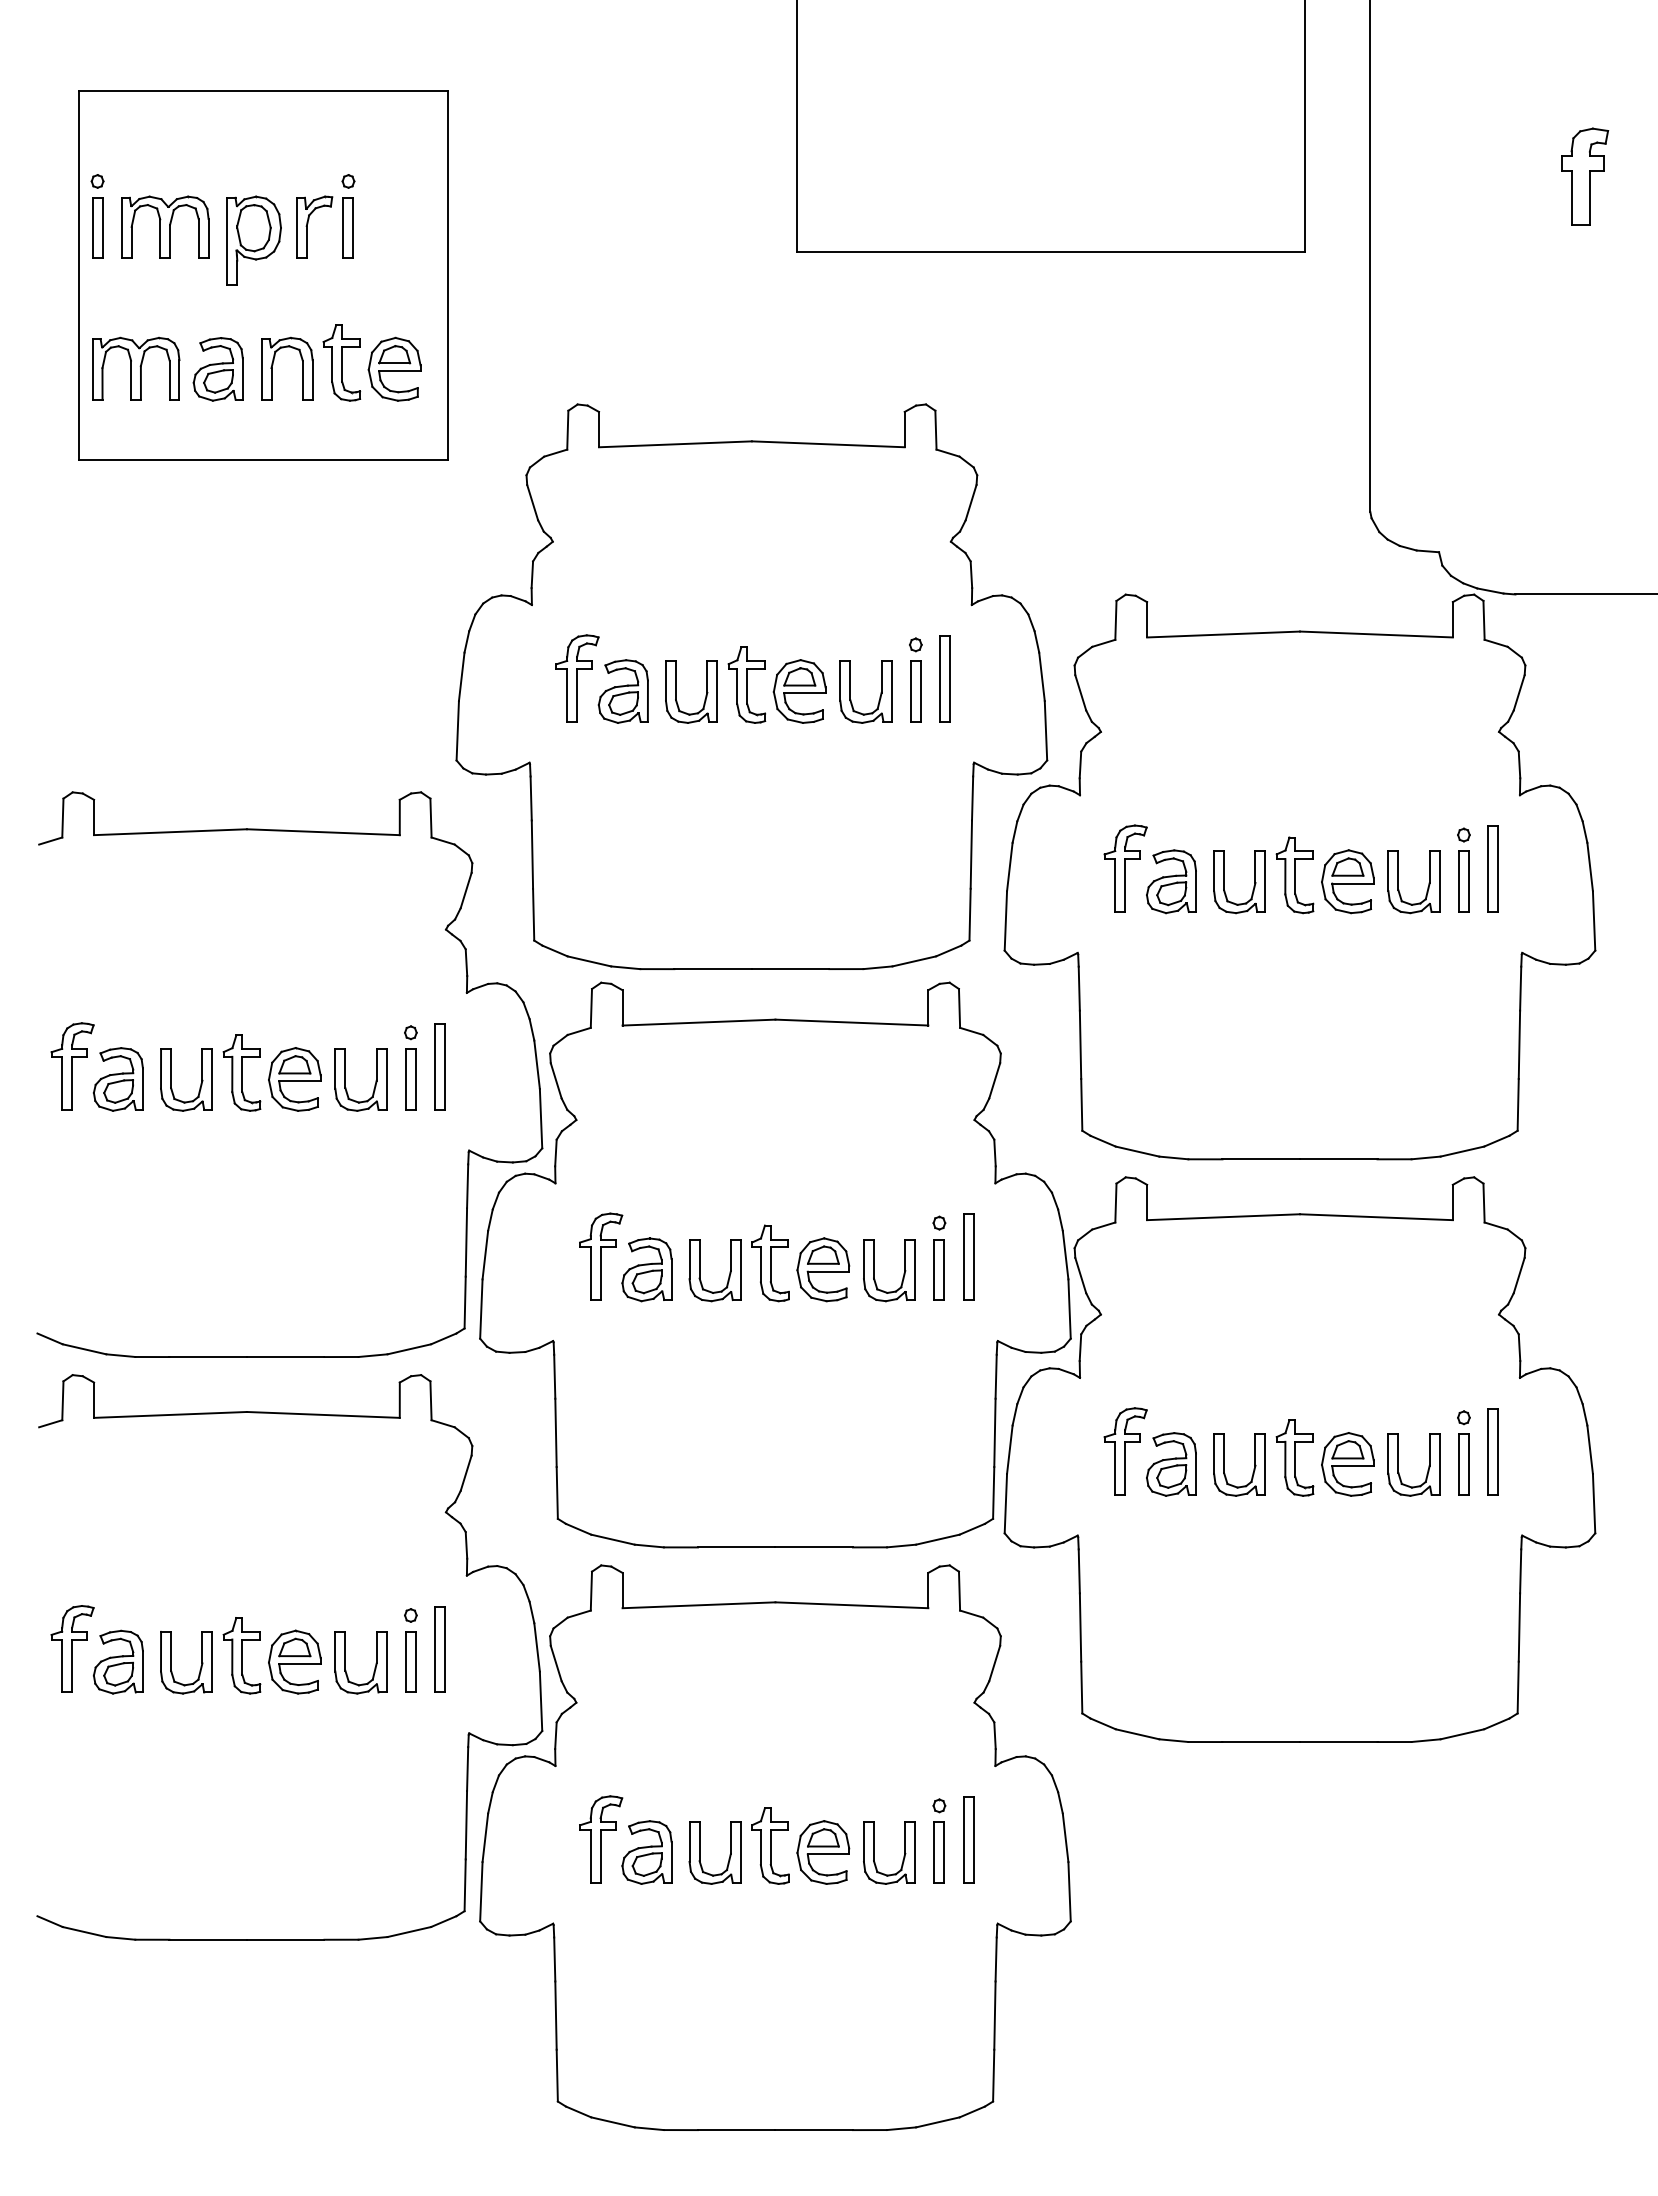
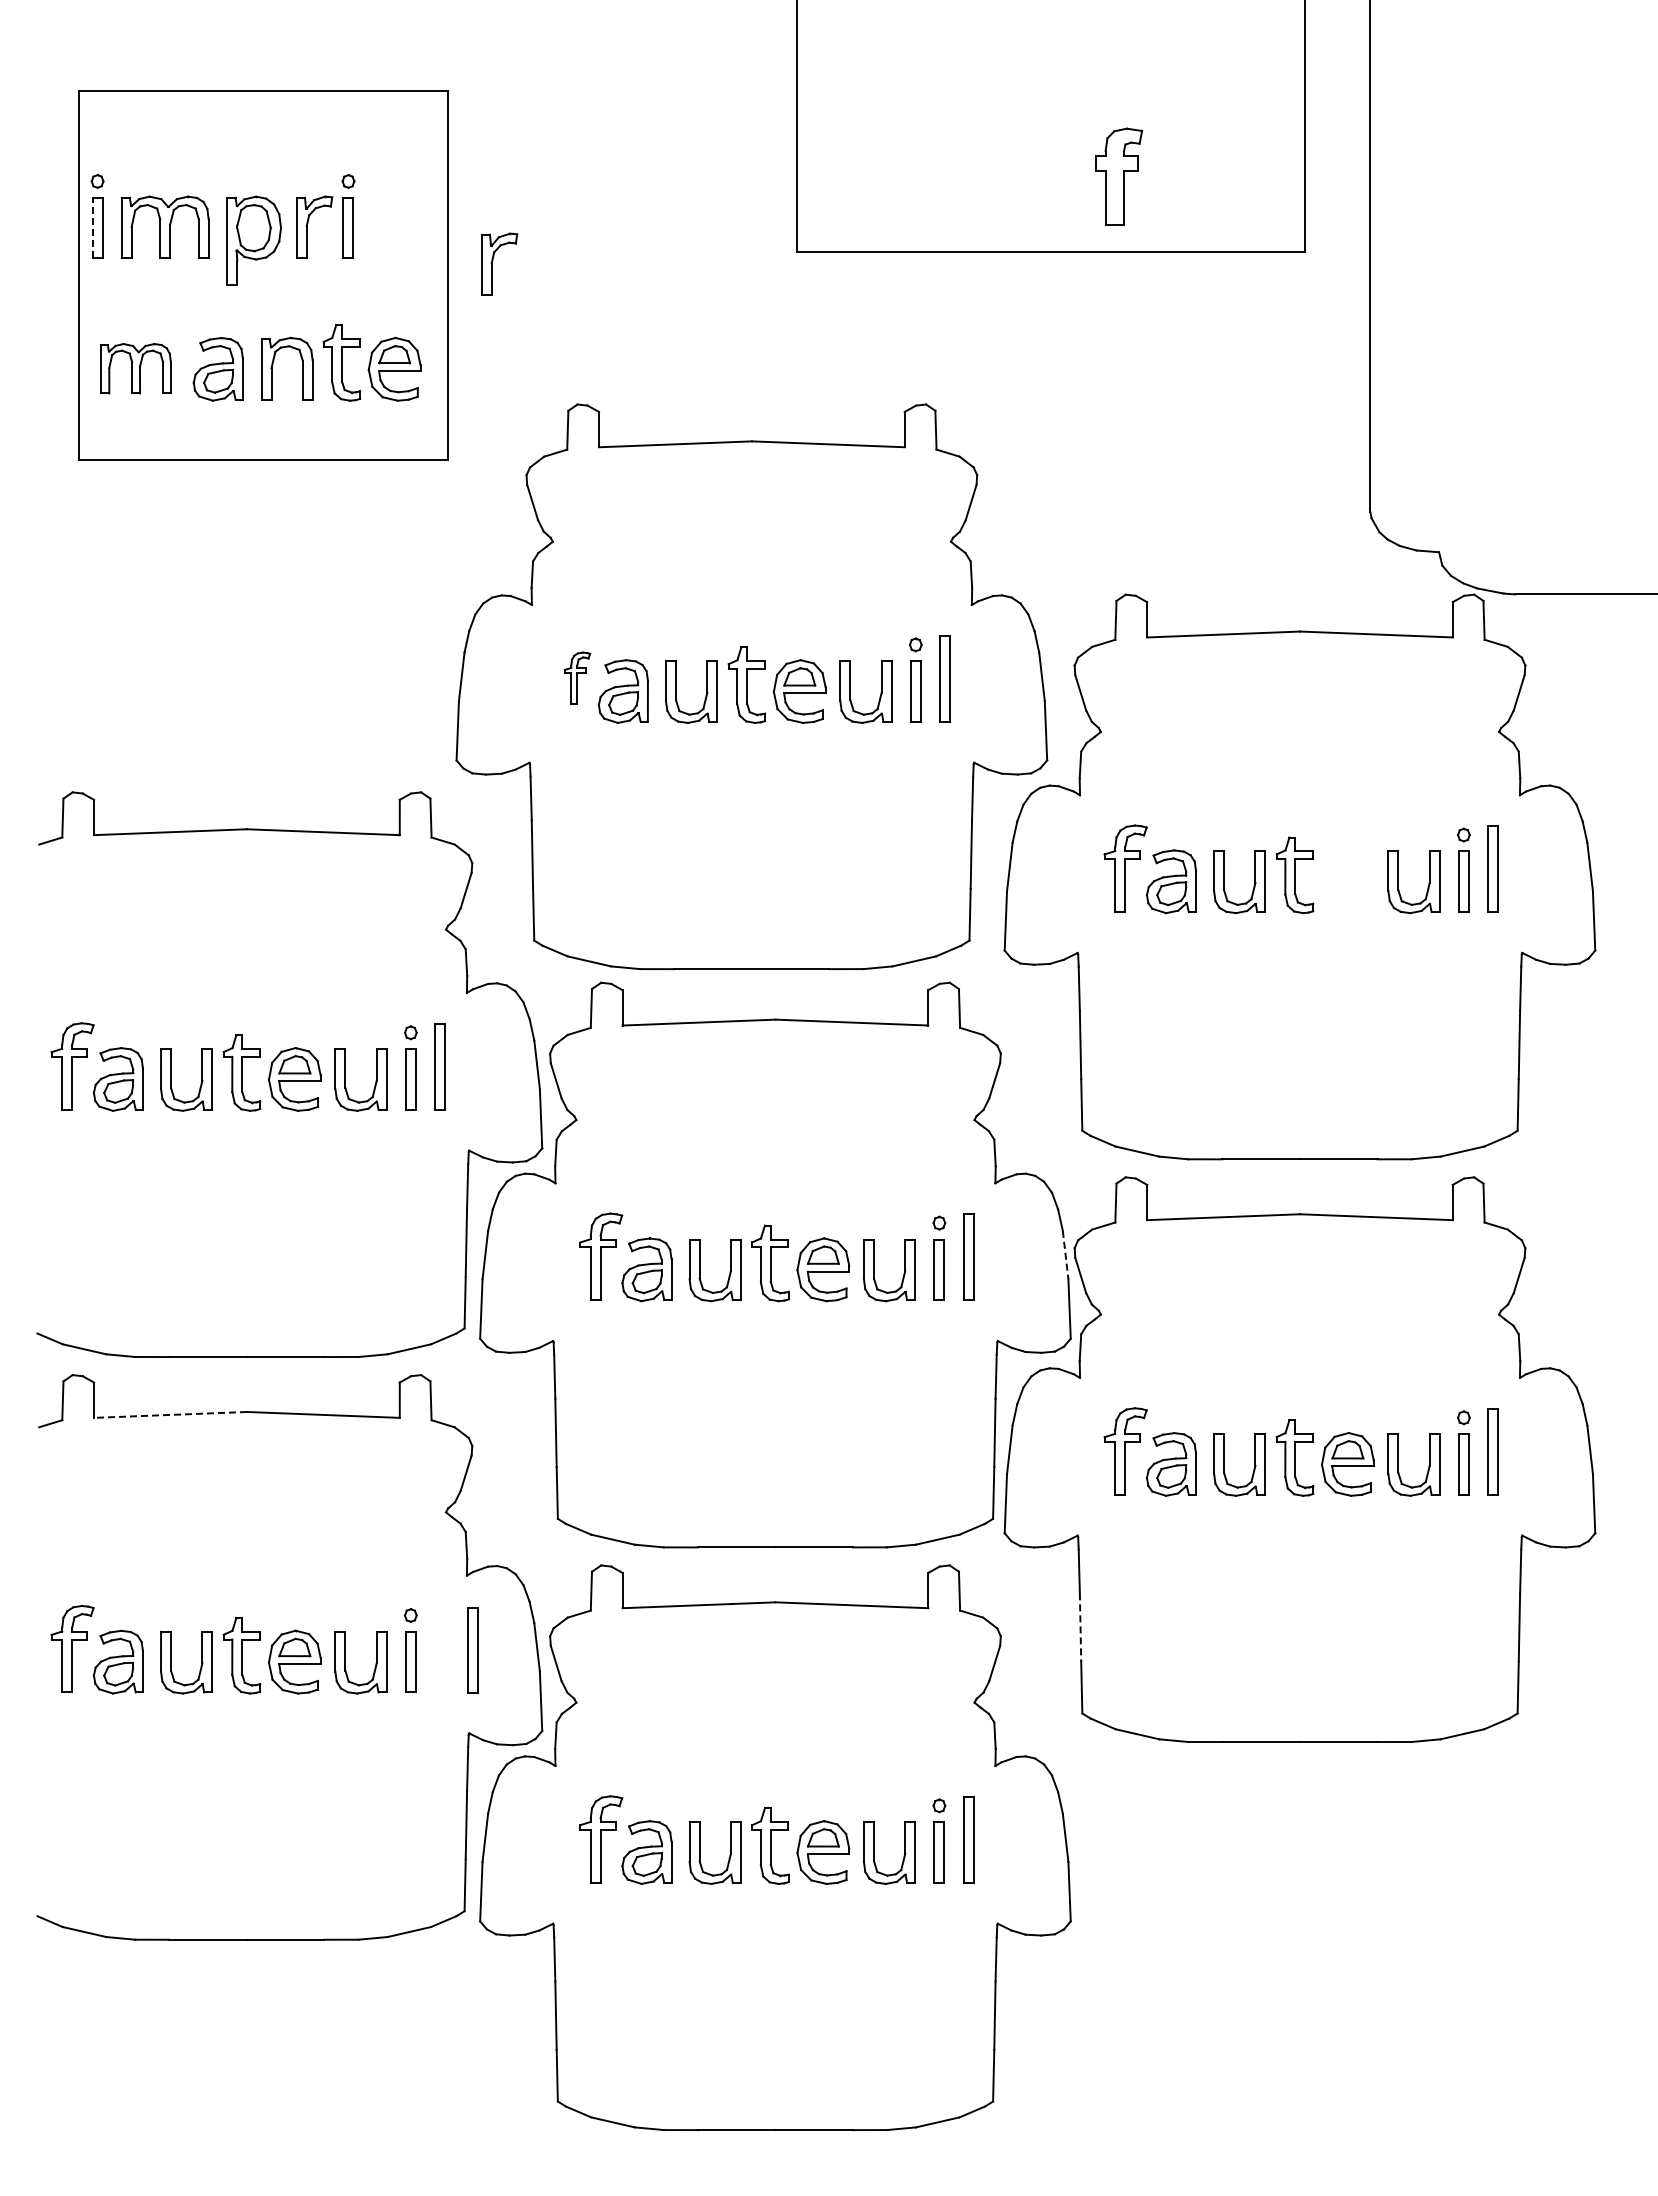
part at (1585, 176) position: (1585, 176) -> (1119, 176)
line at (92, 227): solid -> dashed
part at (493, 260): none -> present
part at (136, 368) size: 89x65 px -> 72x52 px
part at (577, 678) size: 45x89 px -> 29x54 px
part at (1347, 881): present -> none
line at (1065, 1255): solid -> dashed
line at (170, 1414): solid -> dashed
line at (1080, 1628): solid -> dashed
part at (439, 1649) position: (439, 1649) -> (472, 1650)
